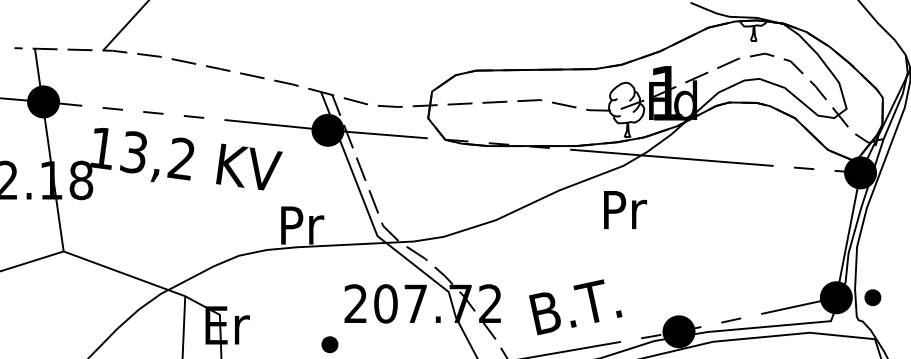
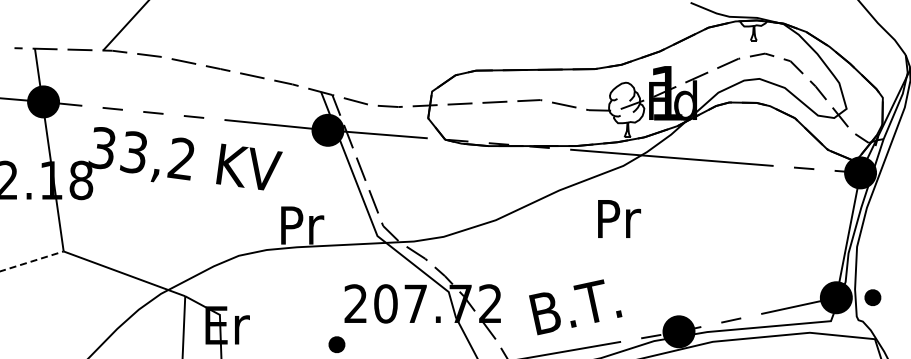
text at (101, 148): 13,2 -> 33,2
text at (625, 209) position: (625, 209) -> (619, 218)
line at (32, 261): solid -> dashed
part at (329, 344) position: (329, 344) -> (336, 344)
